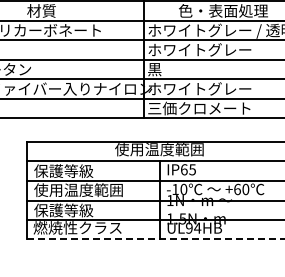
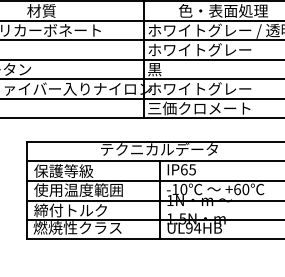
text at (159, 149): 使用温度範囲 -> テクニカルデータ
text at (70, 210): 保護等級 -> 締付トルク
line at (156, 239): dashed -> solid
